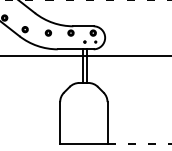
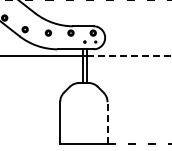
line at (129, 55): solid -> dashed
line at (107, 123): solid -> dashed
